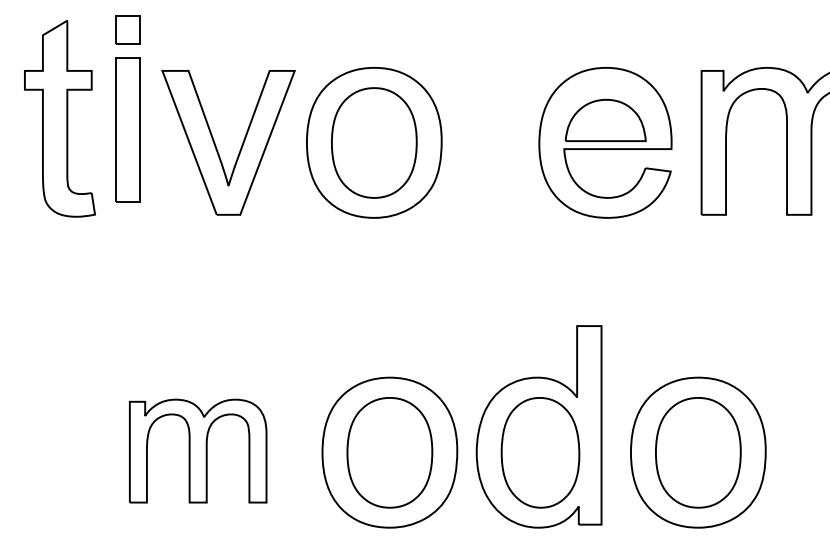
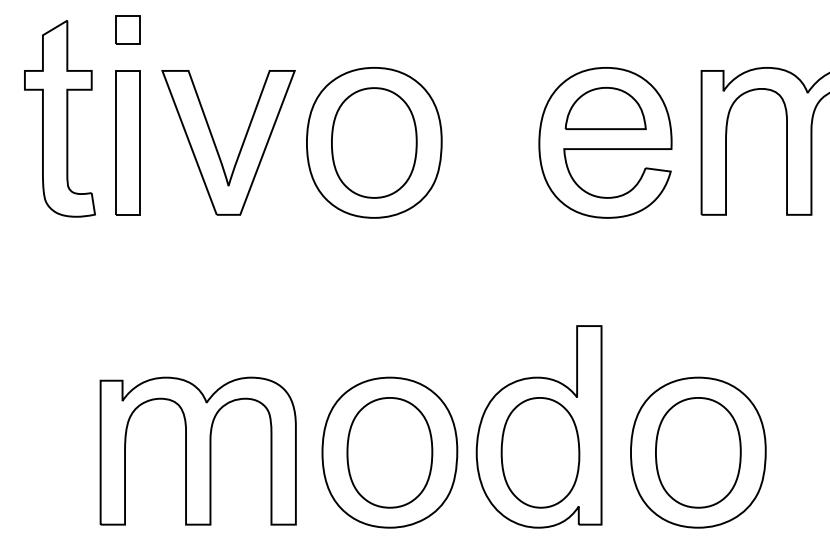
part at (605, 119) position: (605, 119) -> (605, 107)
part at (127, 129) position: (127, 129) -> (127, 142)
part at (198, 450) size: 139x106 px -> 198x150 px
